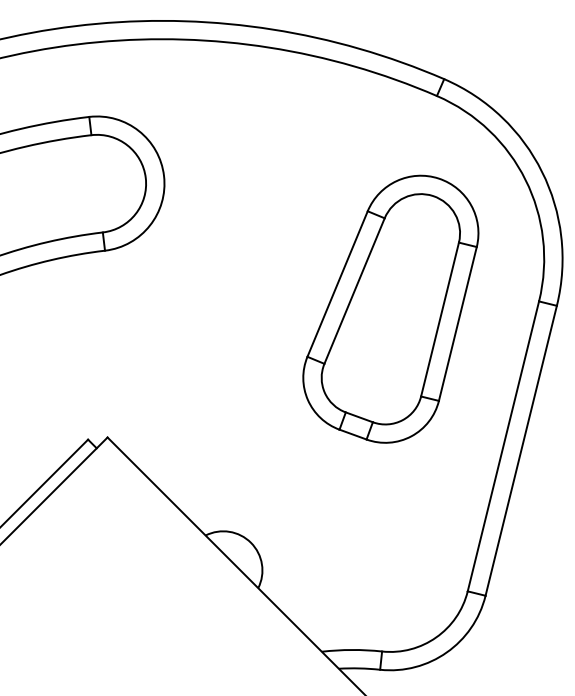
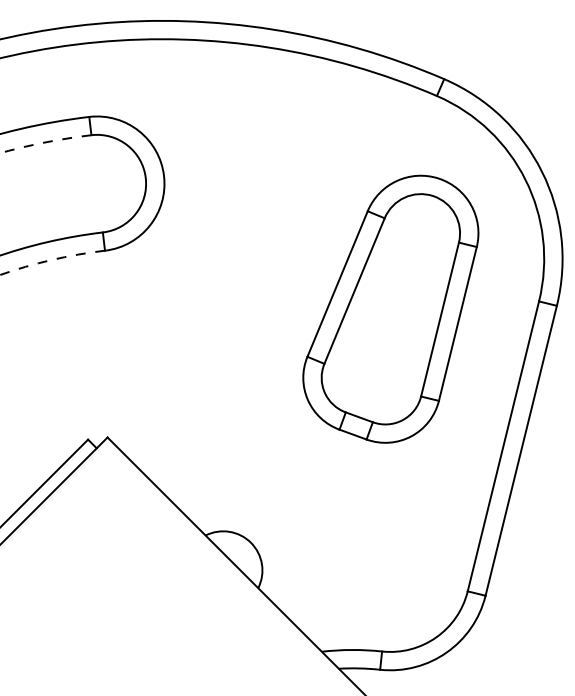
arc at (44, 142): solid -> dashed
arc at (51, 260): solid -> dashed
